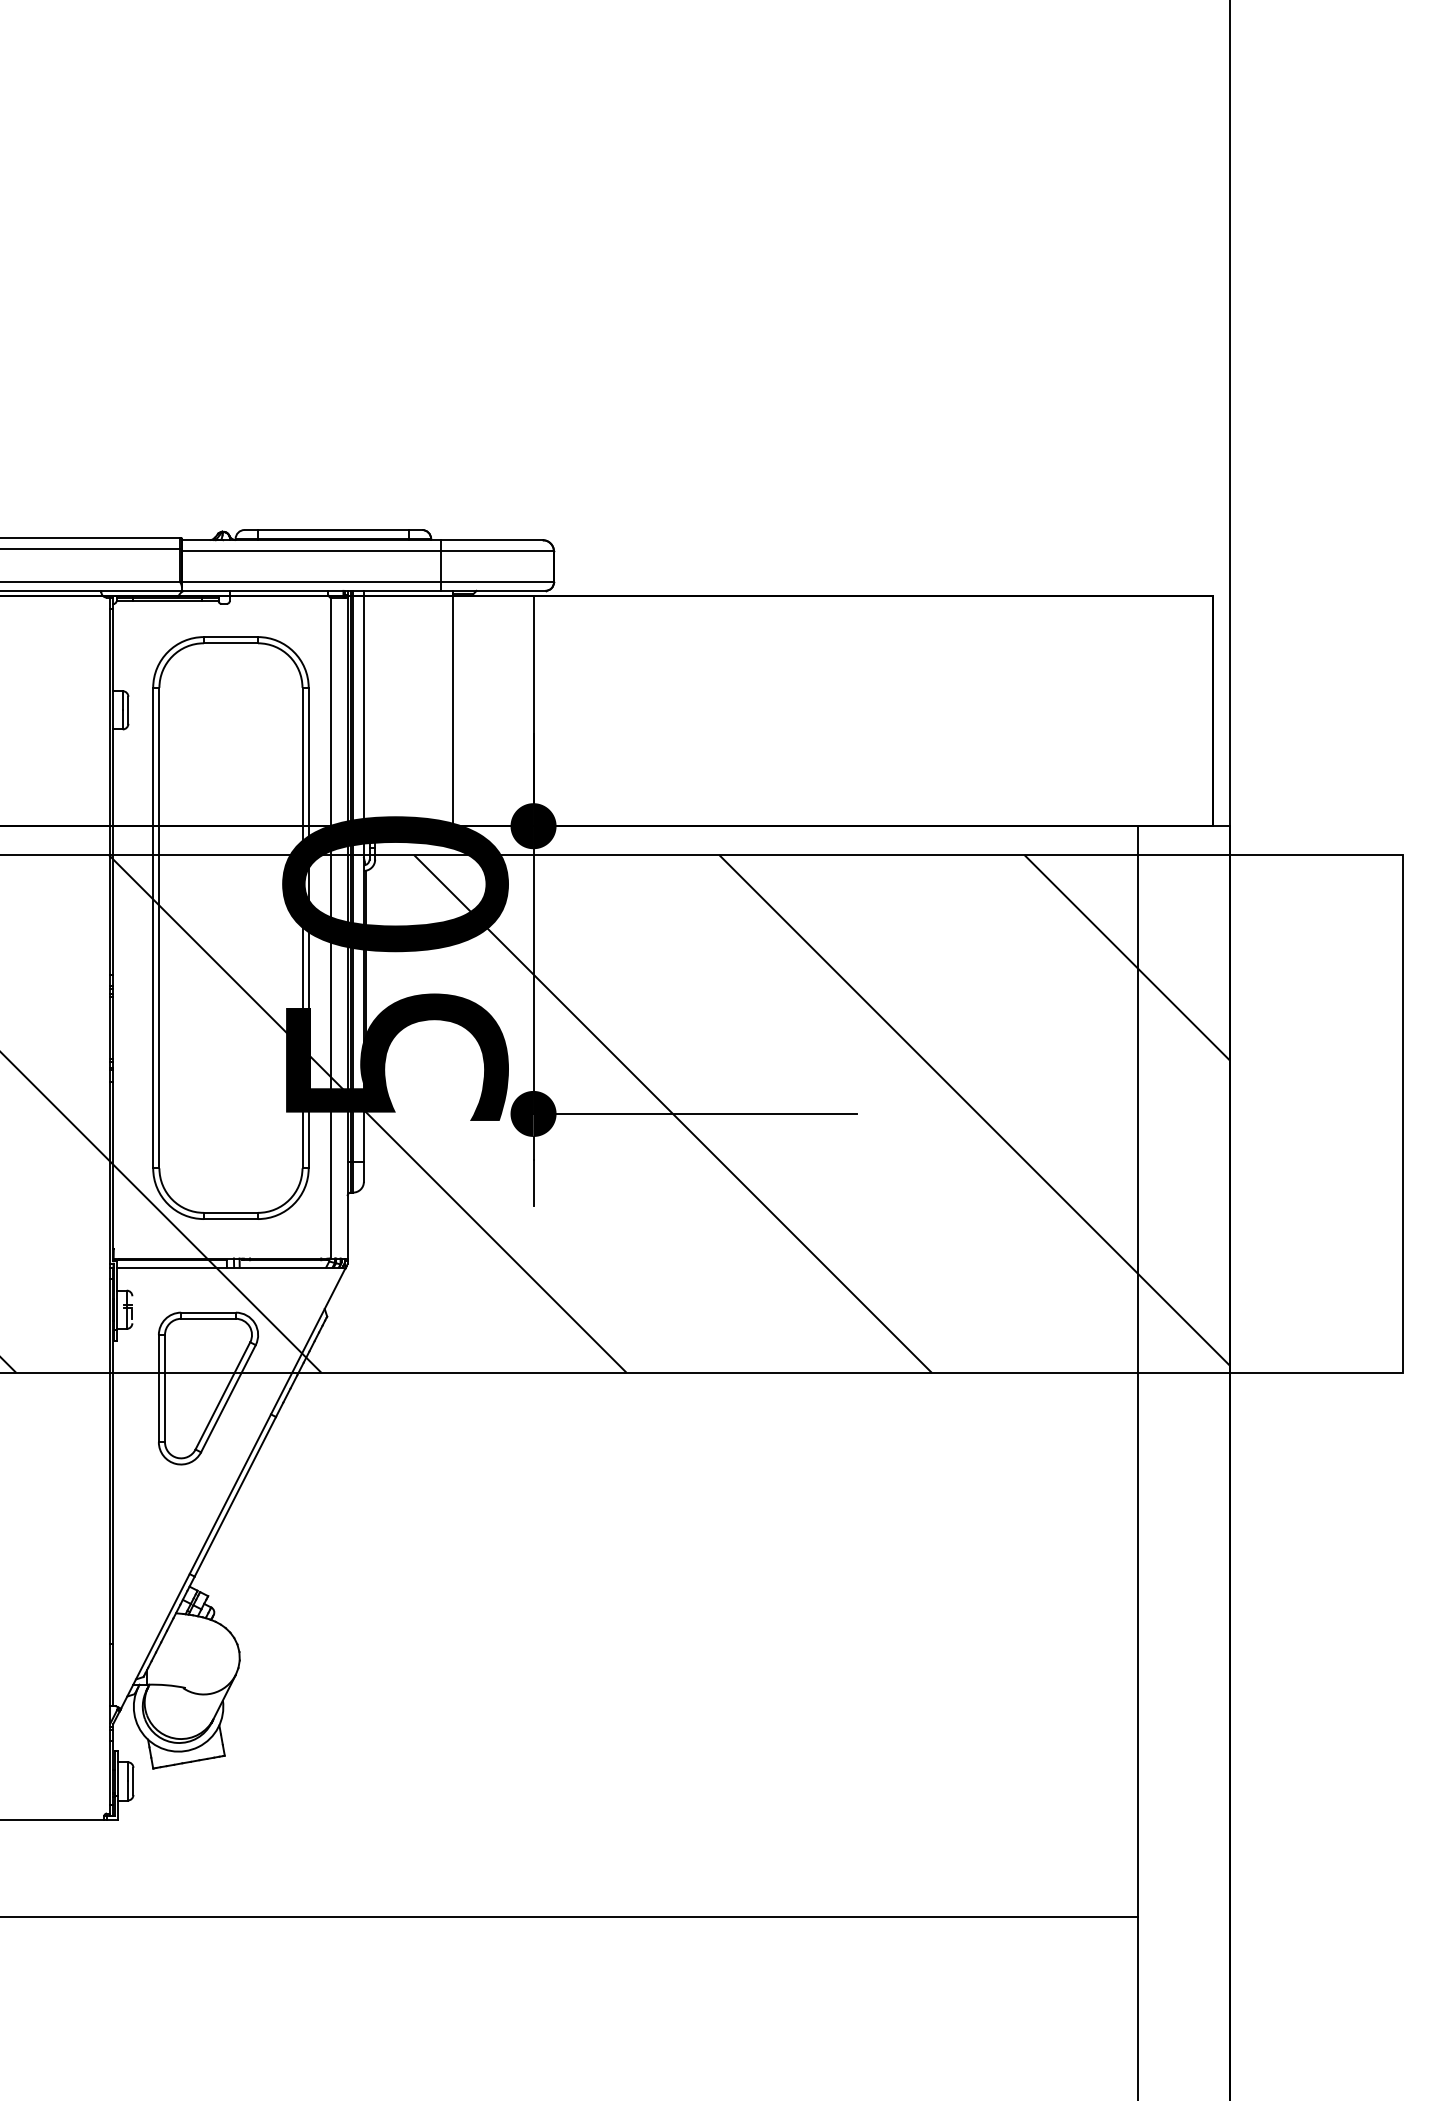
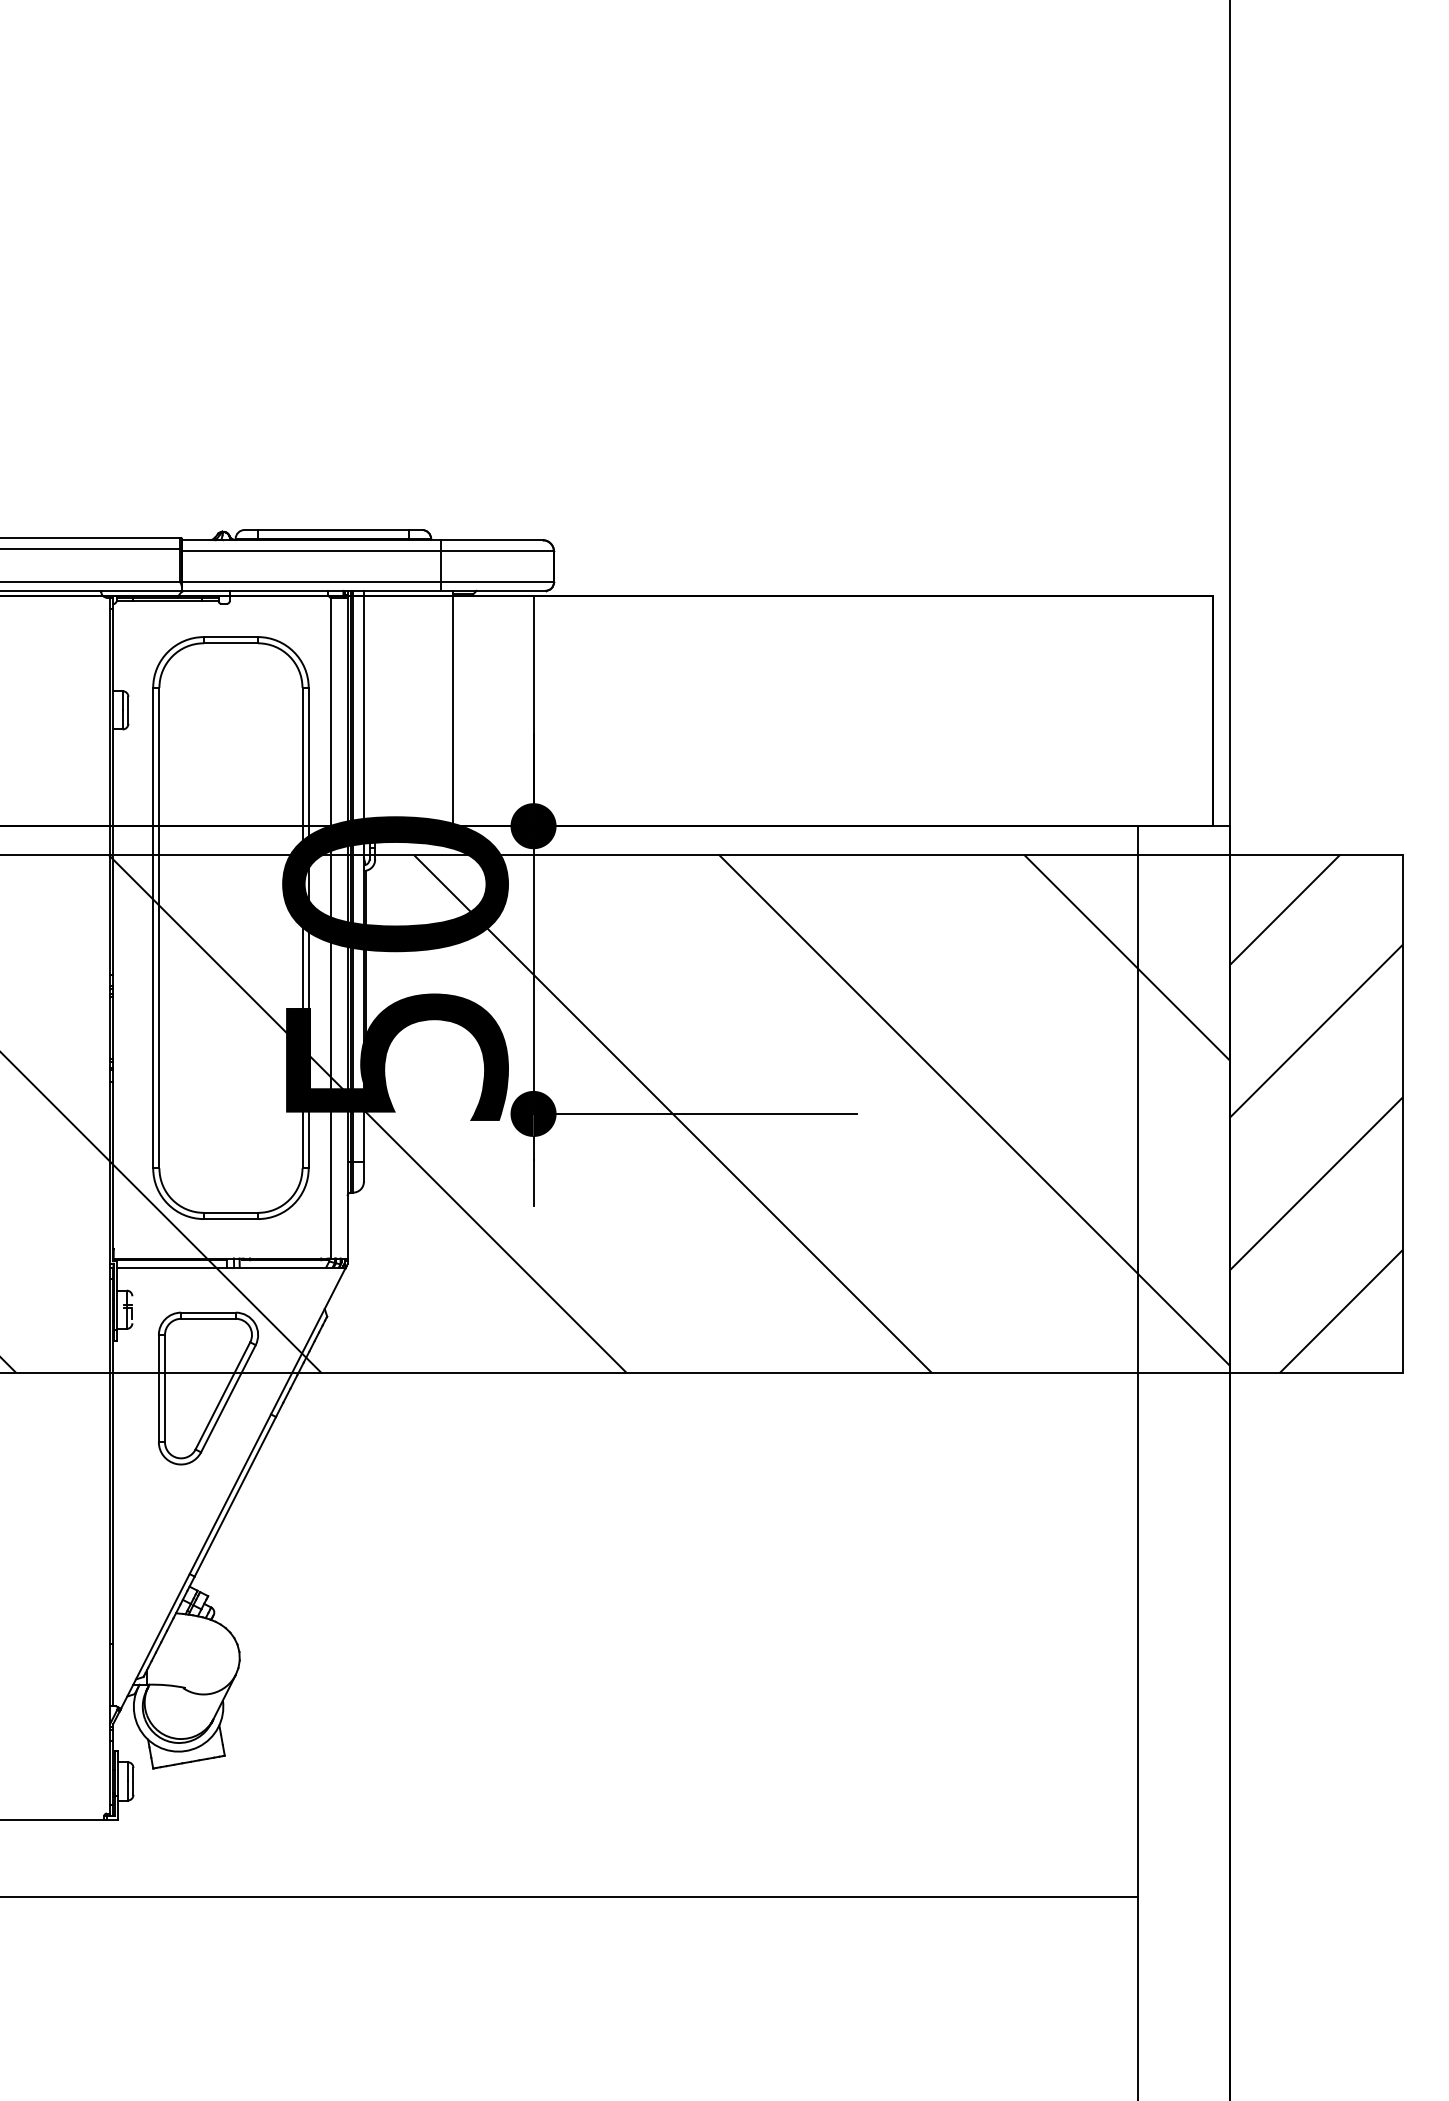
hatch at (1315, 1113): none -> present
line at (569, 1916) position: (569, 1916) -> (569, 1896)
